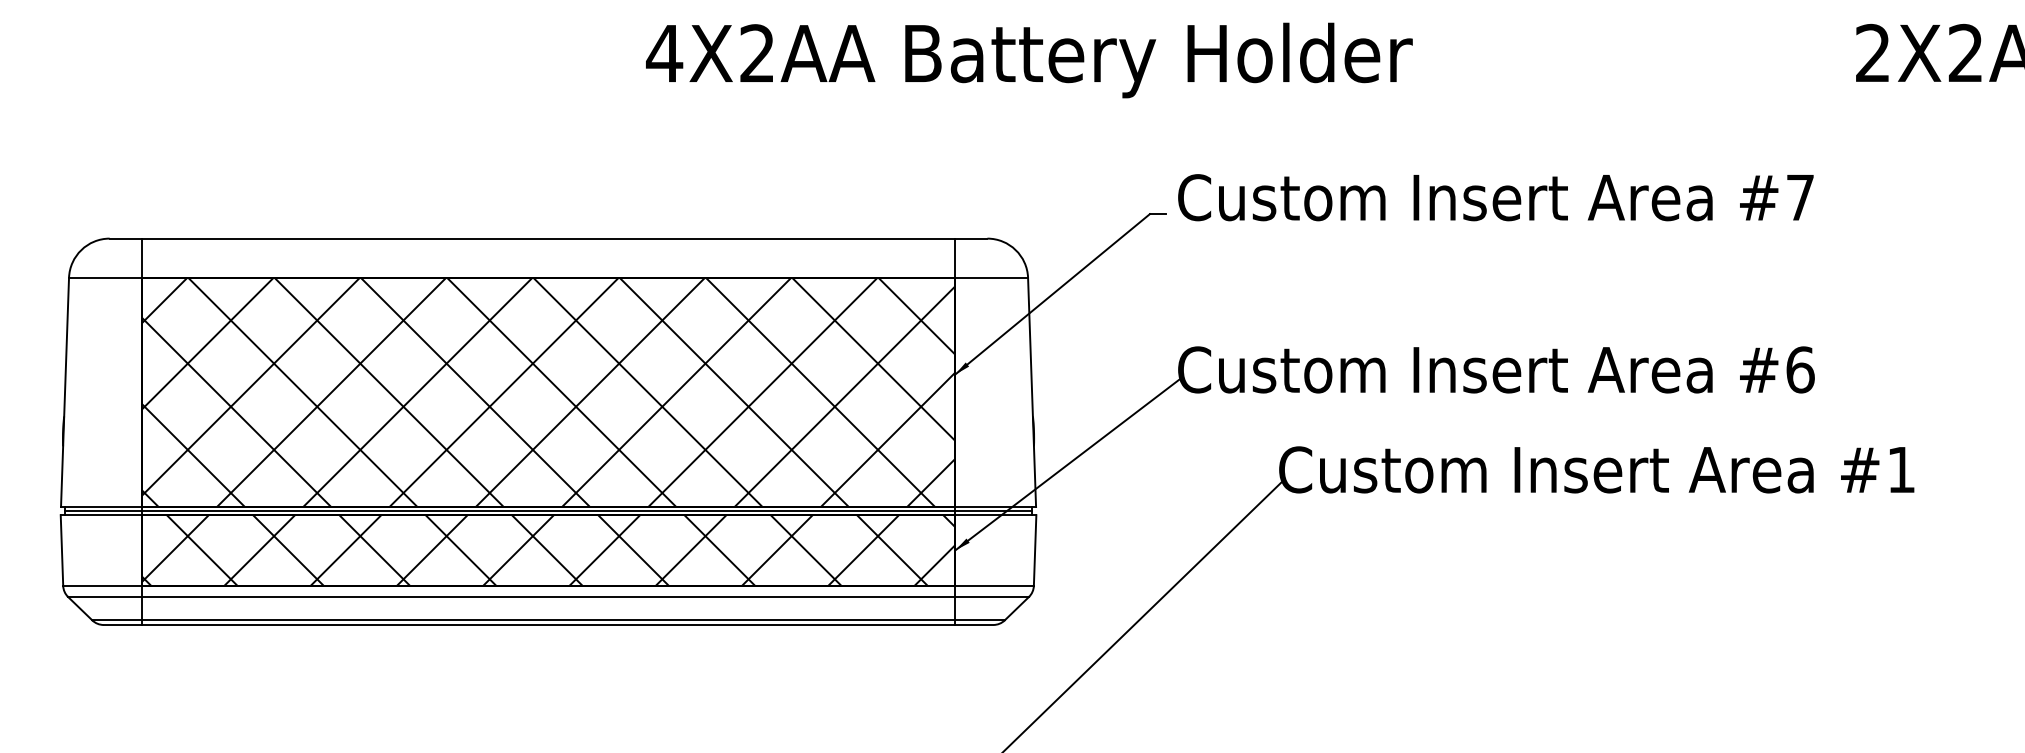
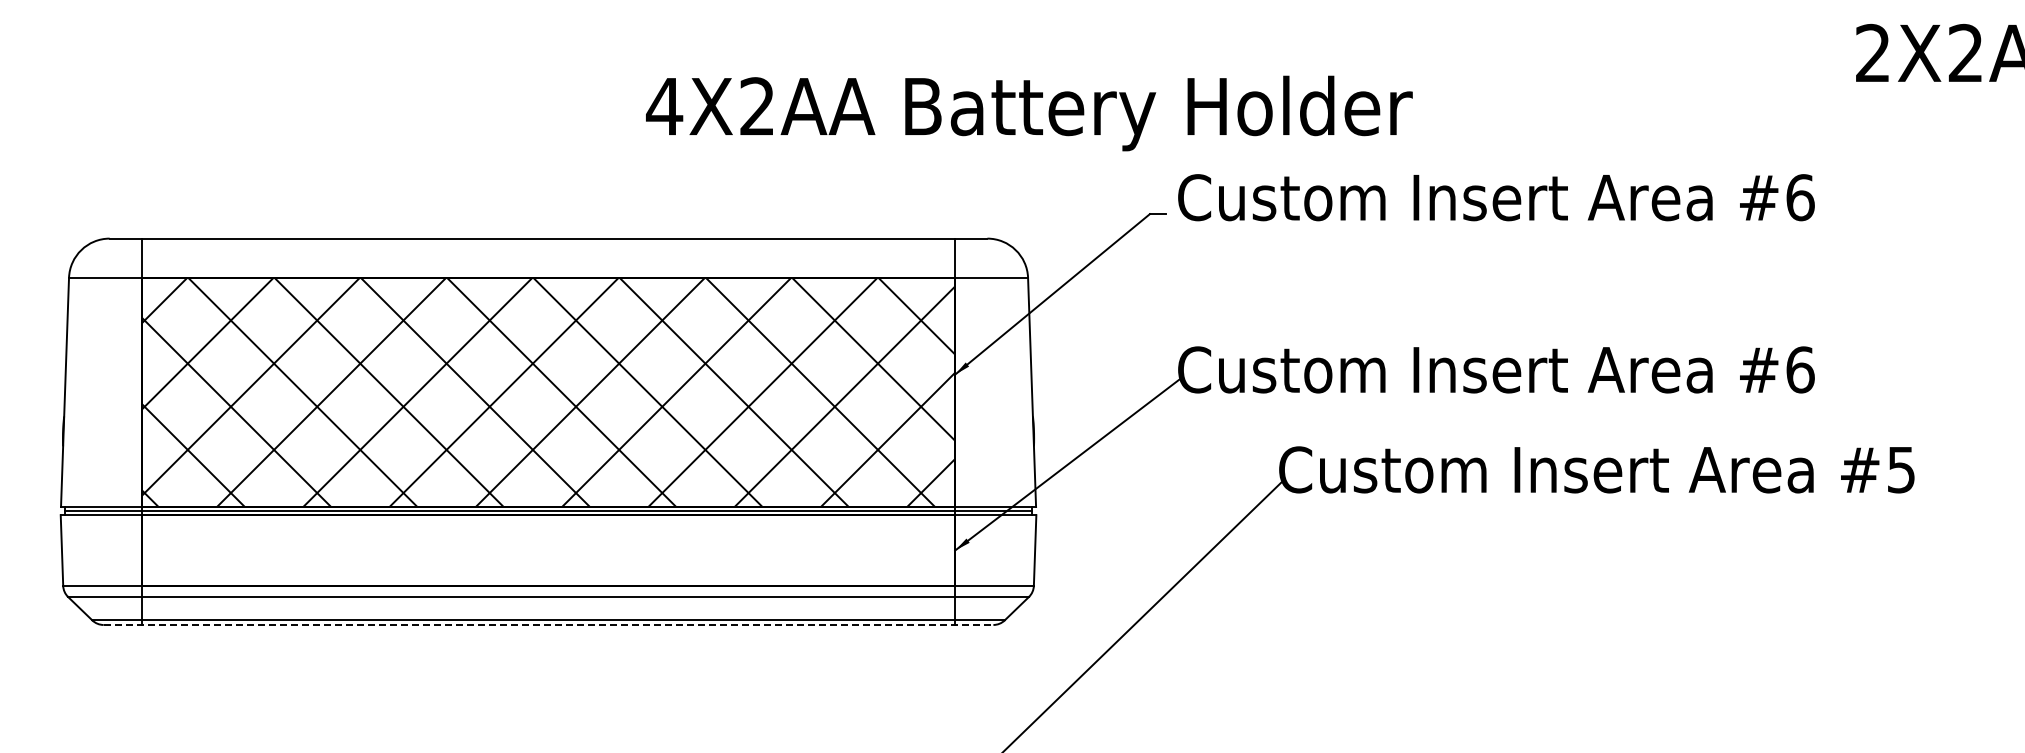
text at (1029, 60) position: (1029, 60) -> (1029, 113)
text at (1800, 197): #7 -> #6
text at (1901, 470): #1 -> #5
hatch at (548, 550): present -> none
line at (548, 624): solid -> dashed
